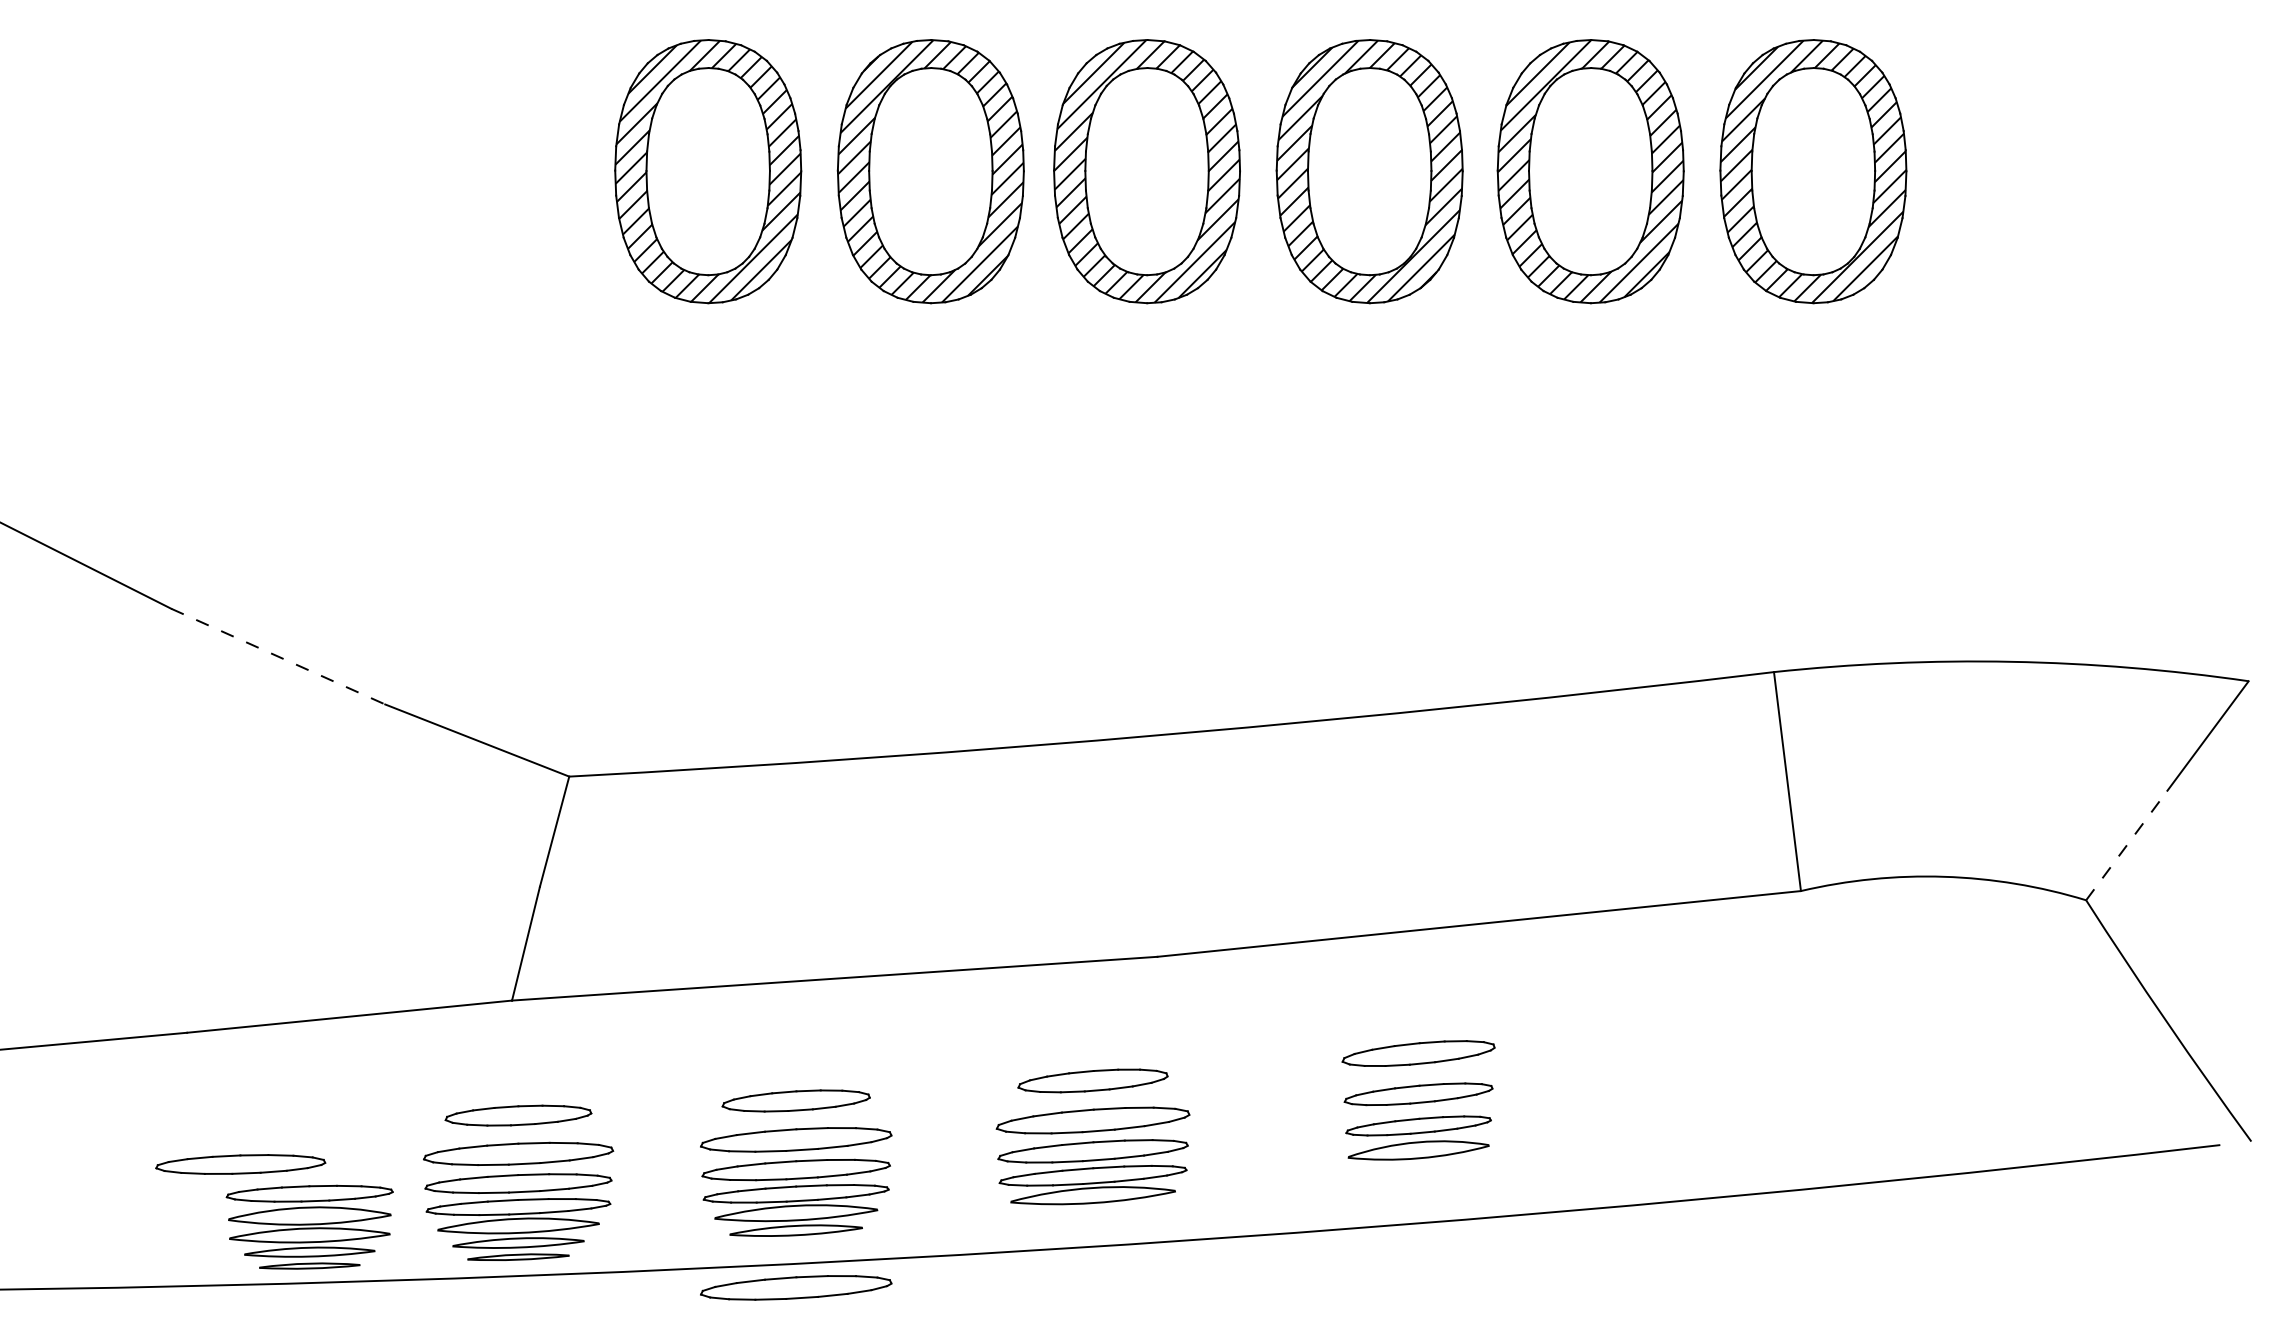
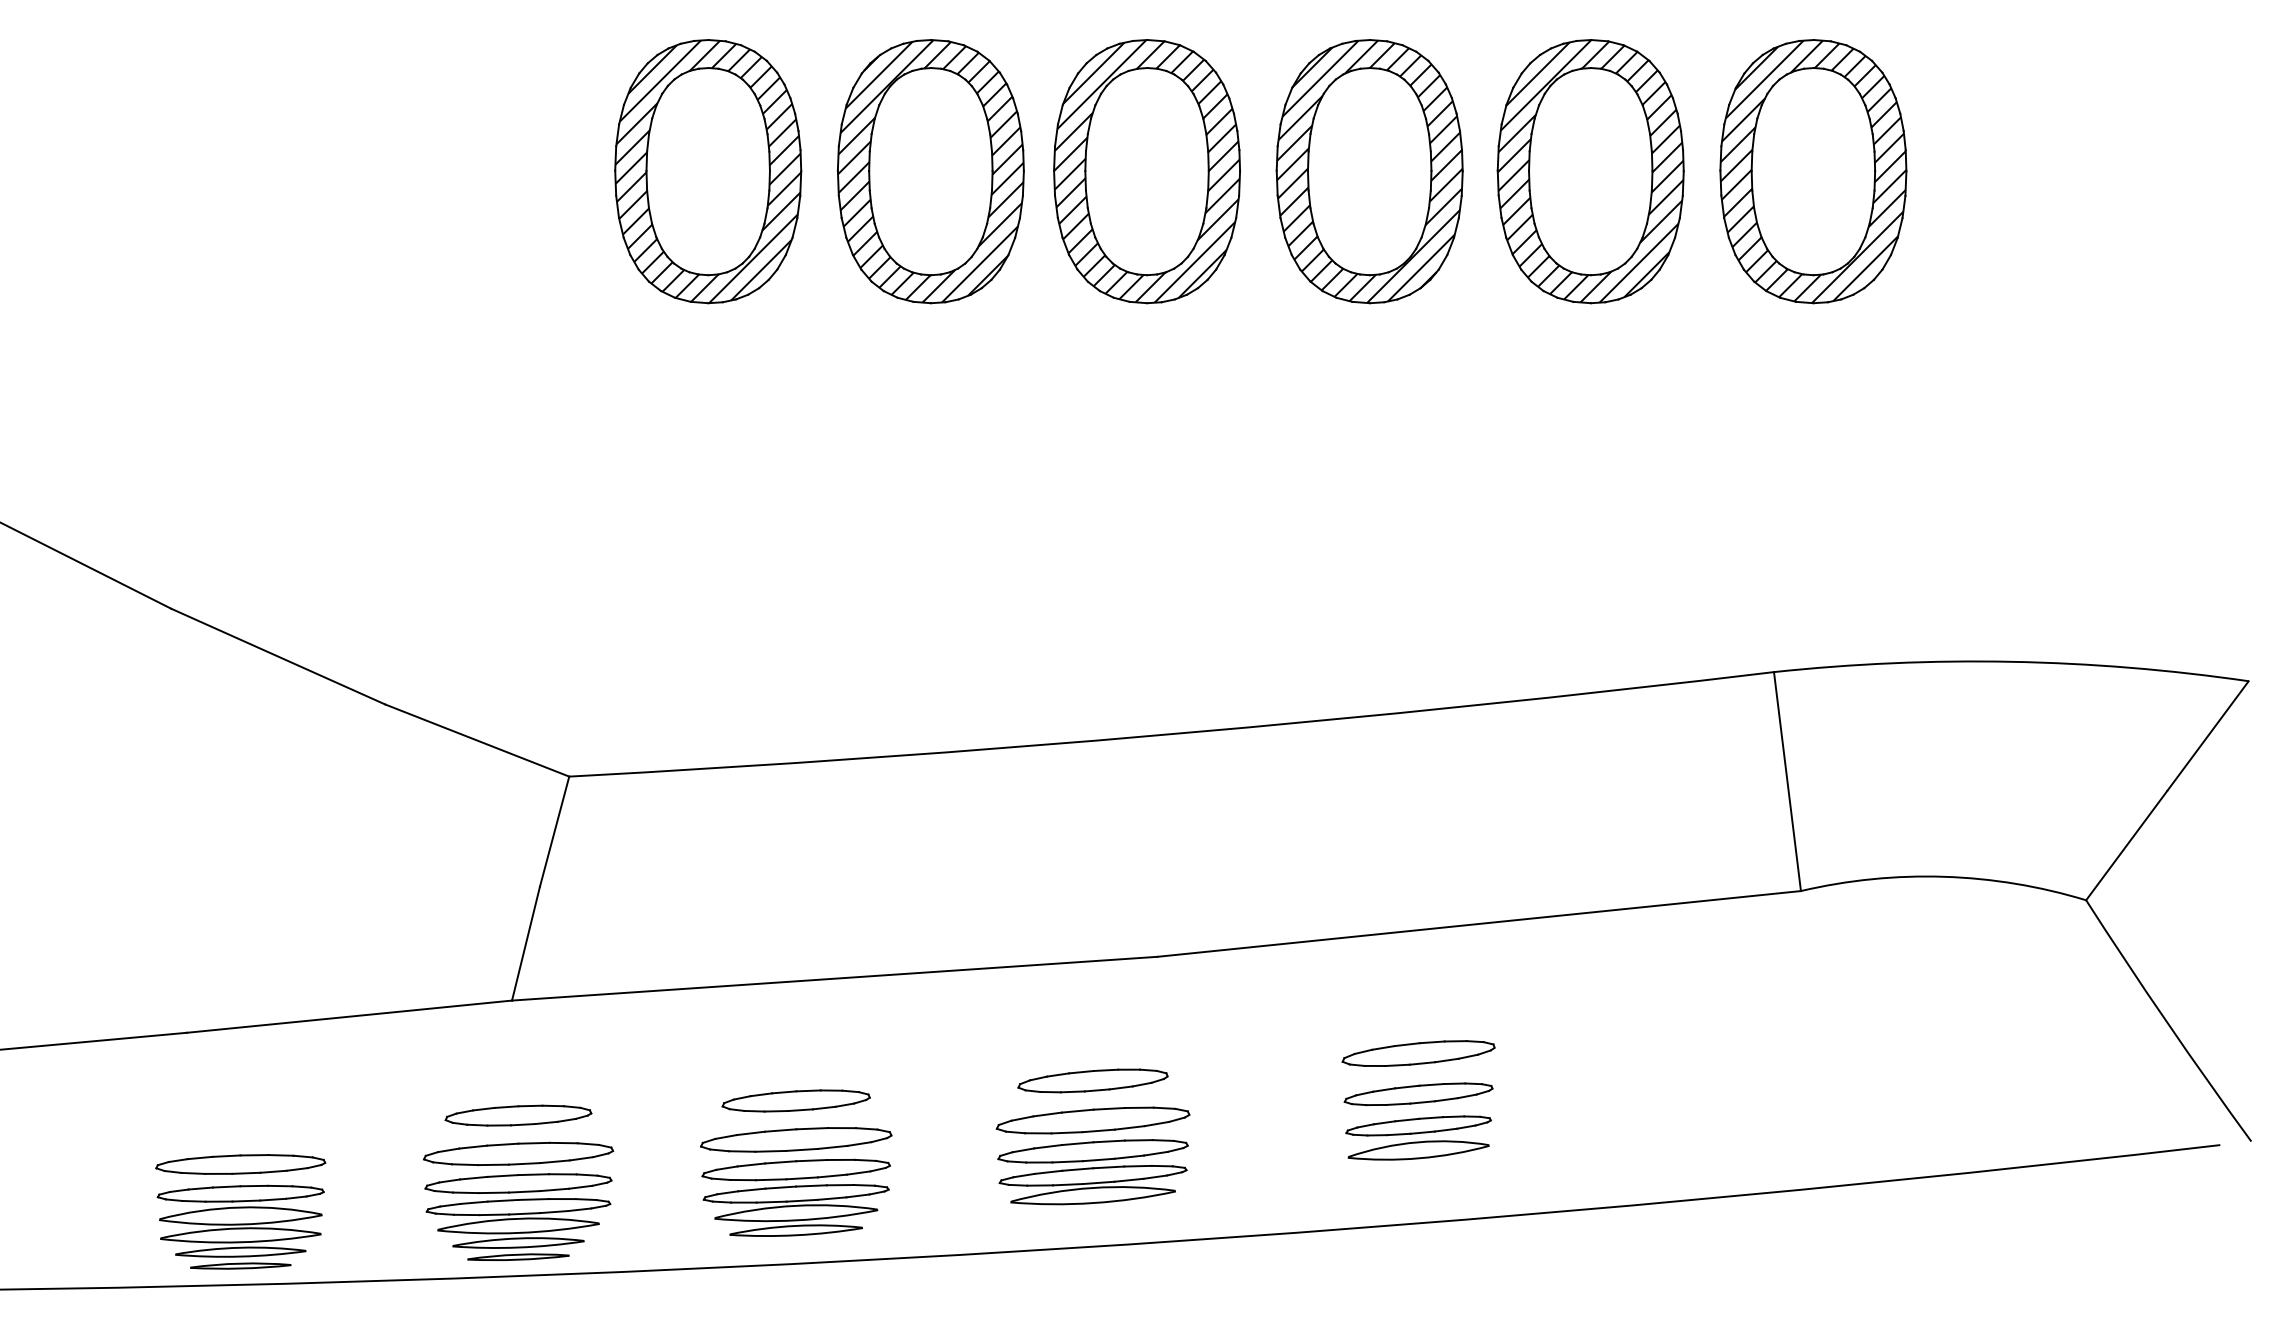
line at (278, 656): dashed -> solid
line at (2127, 845): dashed -> solid
part at (309, 1226) position: (309, 1226) -> (240, 1226)
part at (796, 1287): present -> none
